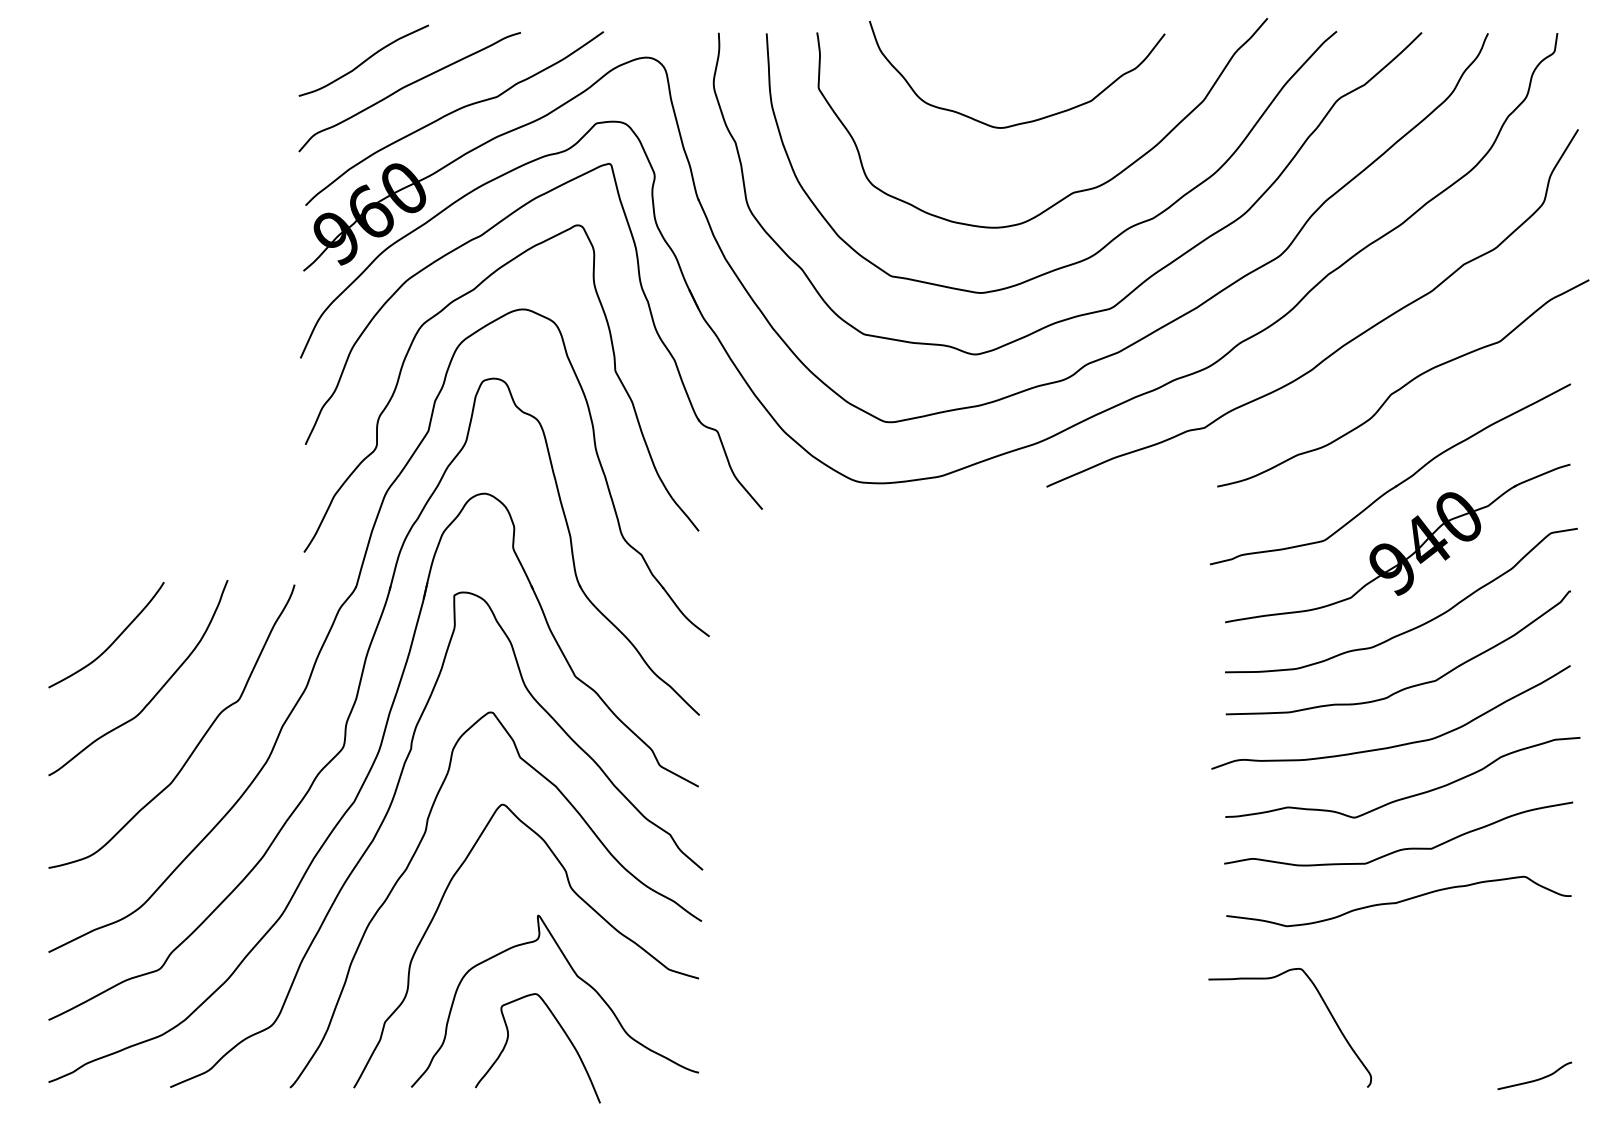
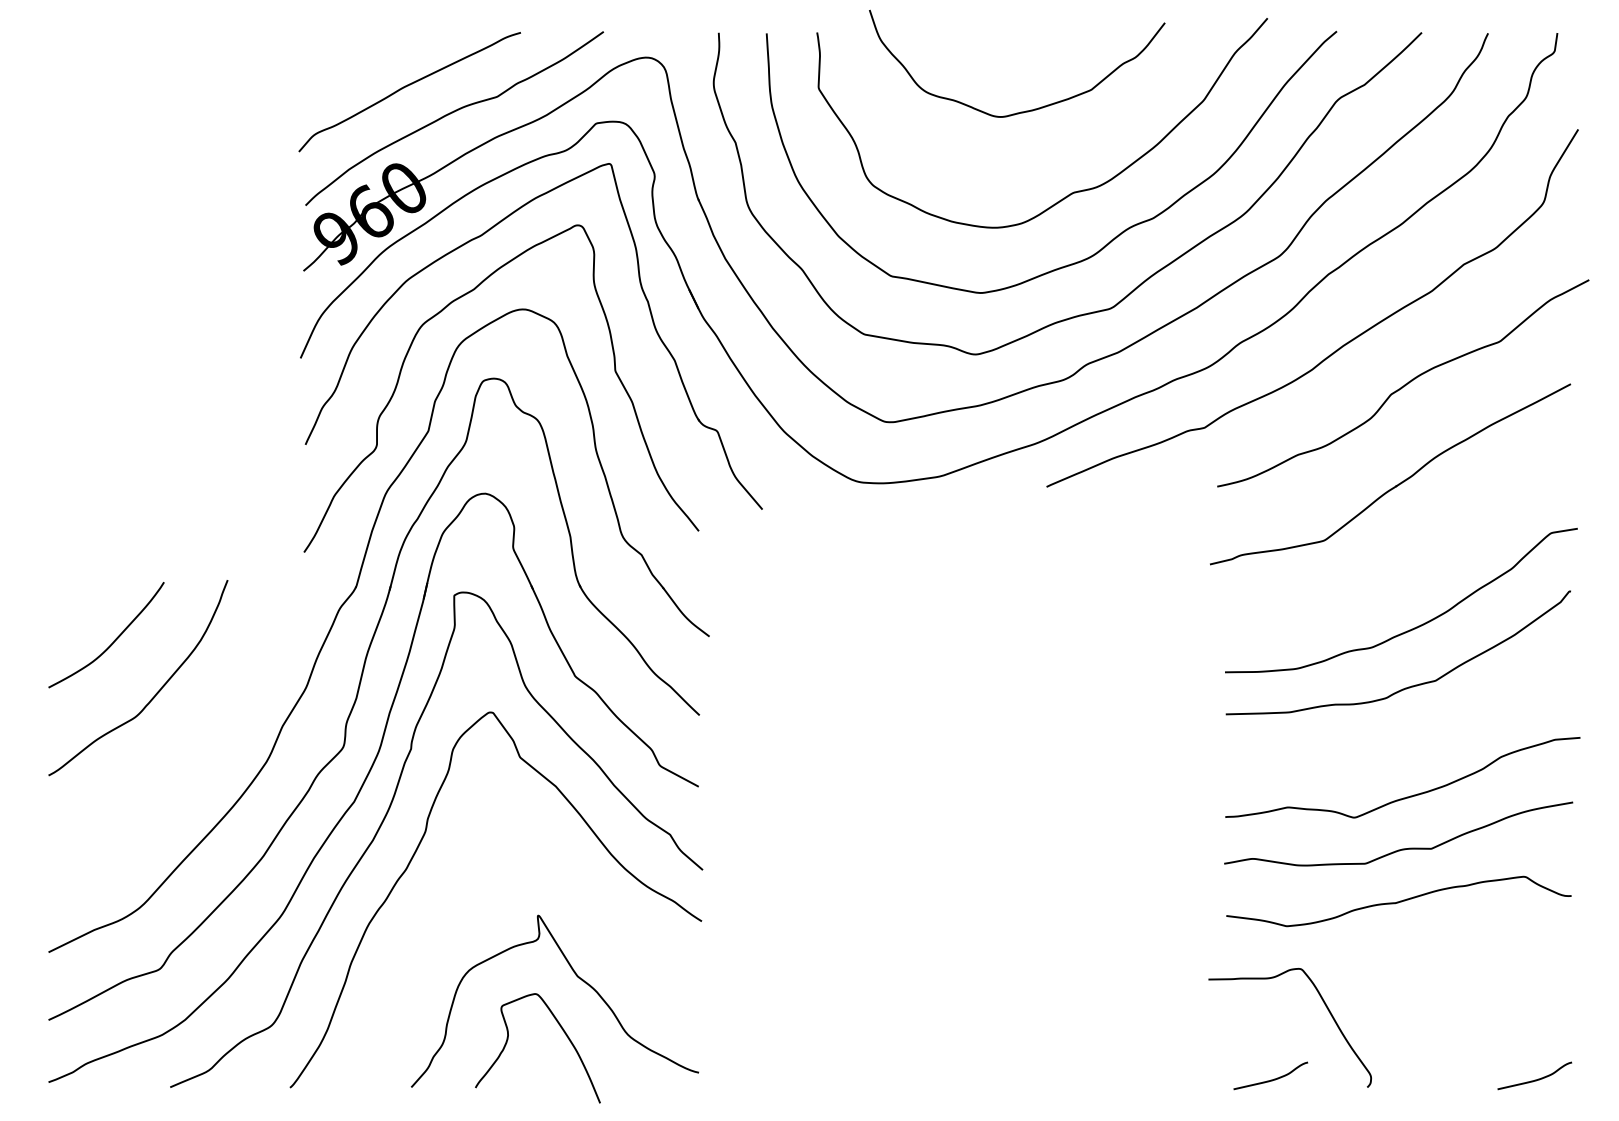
curve at (364, 60): present -> none
curve at (1030, 120) position: (1030, 120) -> (1030, 109)
part at (1397, 543): present -> none
curve at (197, 743): present -> none
curve at (1398, 744): present -> none
curve at (575, 894): present -> none
curve at (1270, 1079): none -> present
